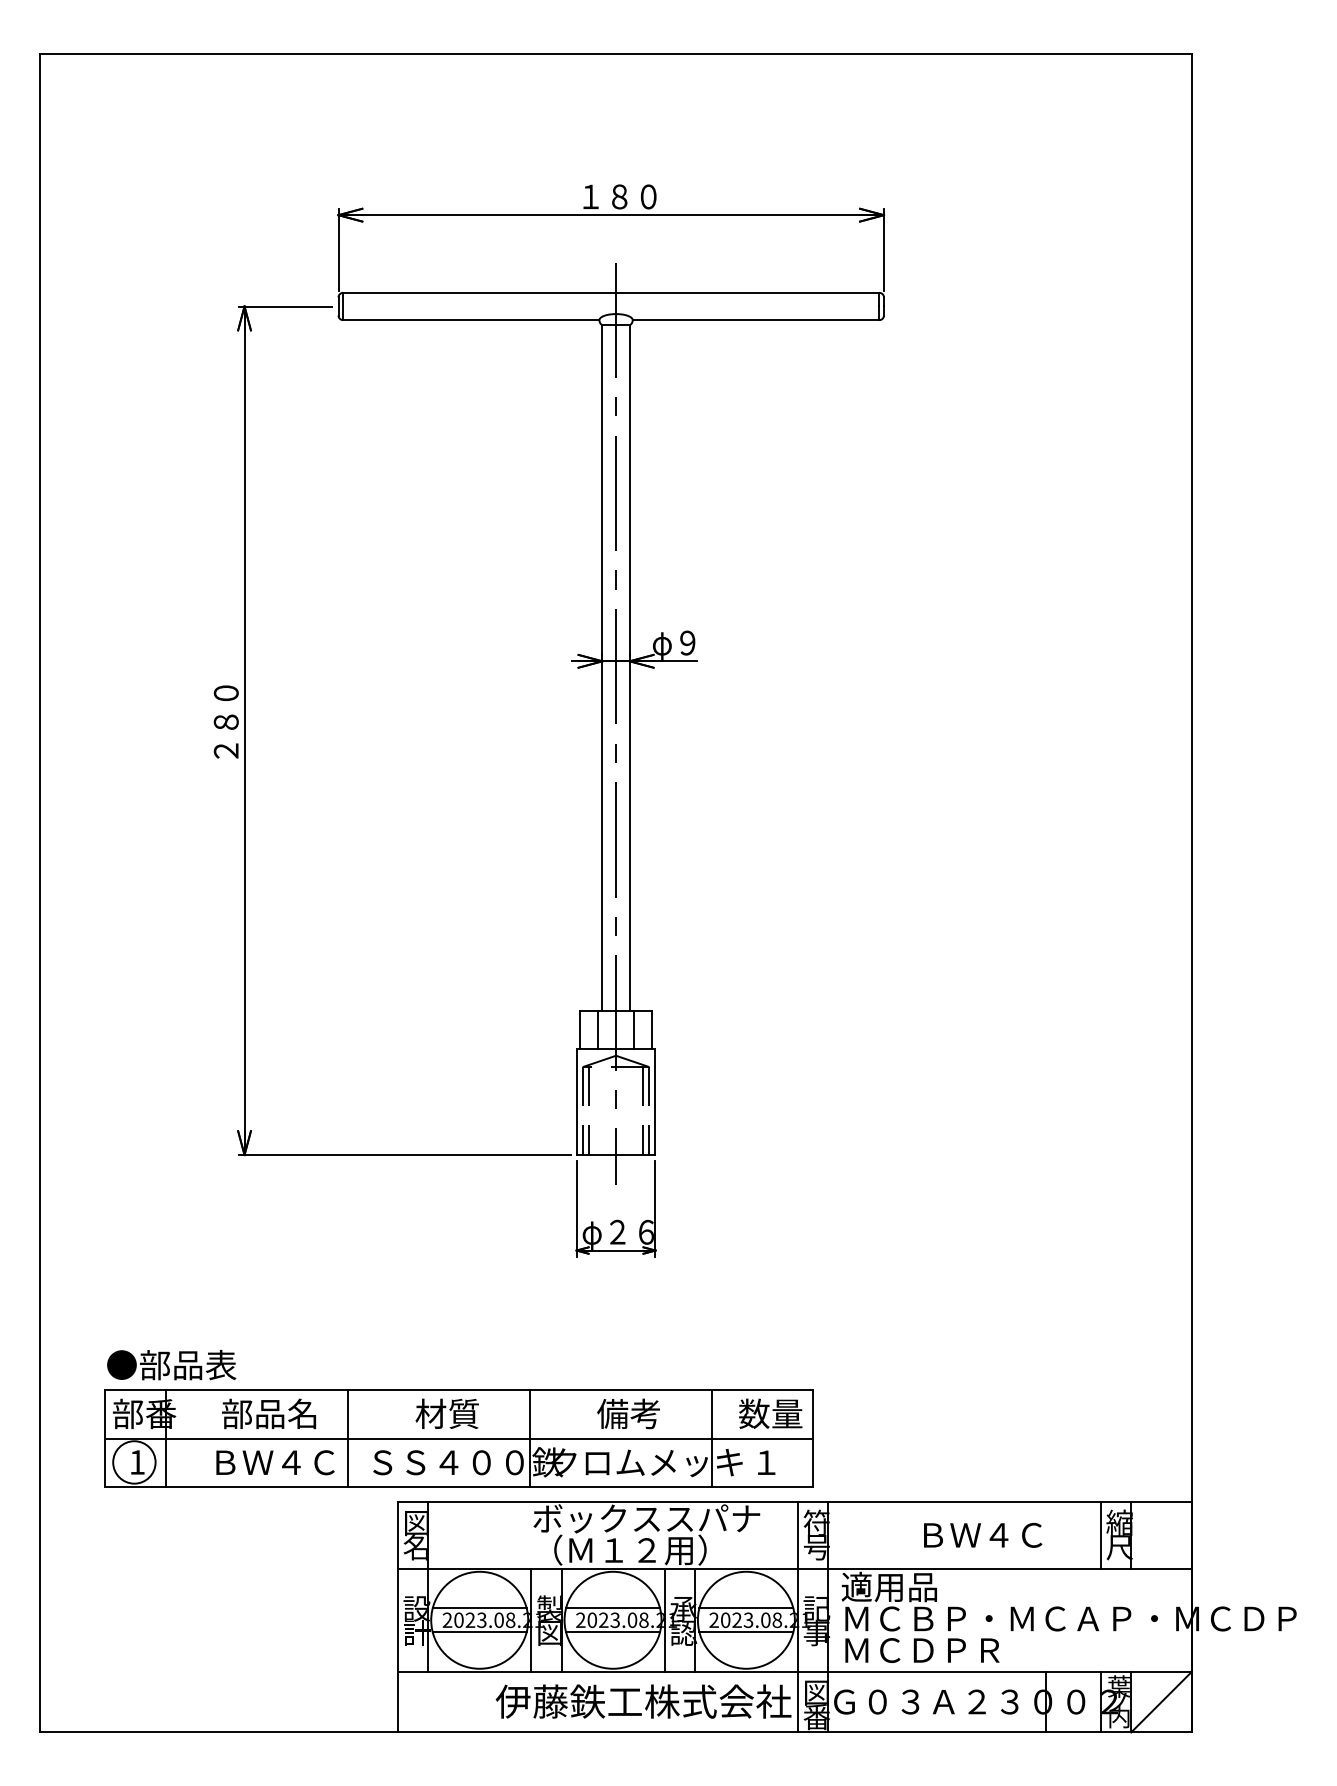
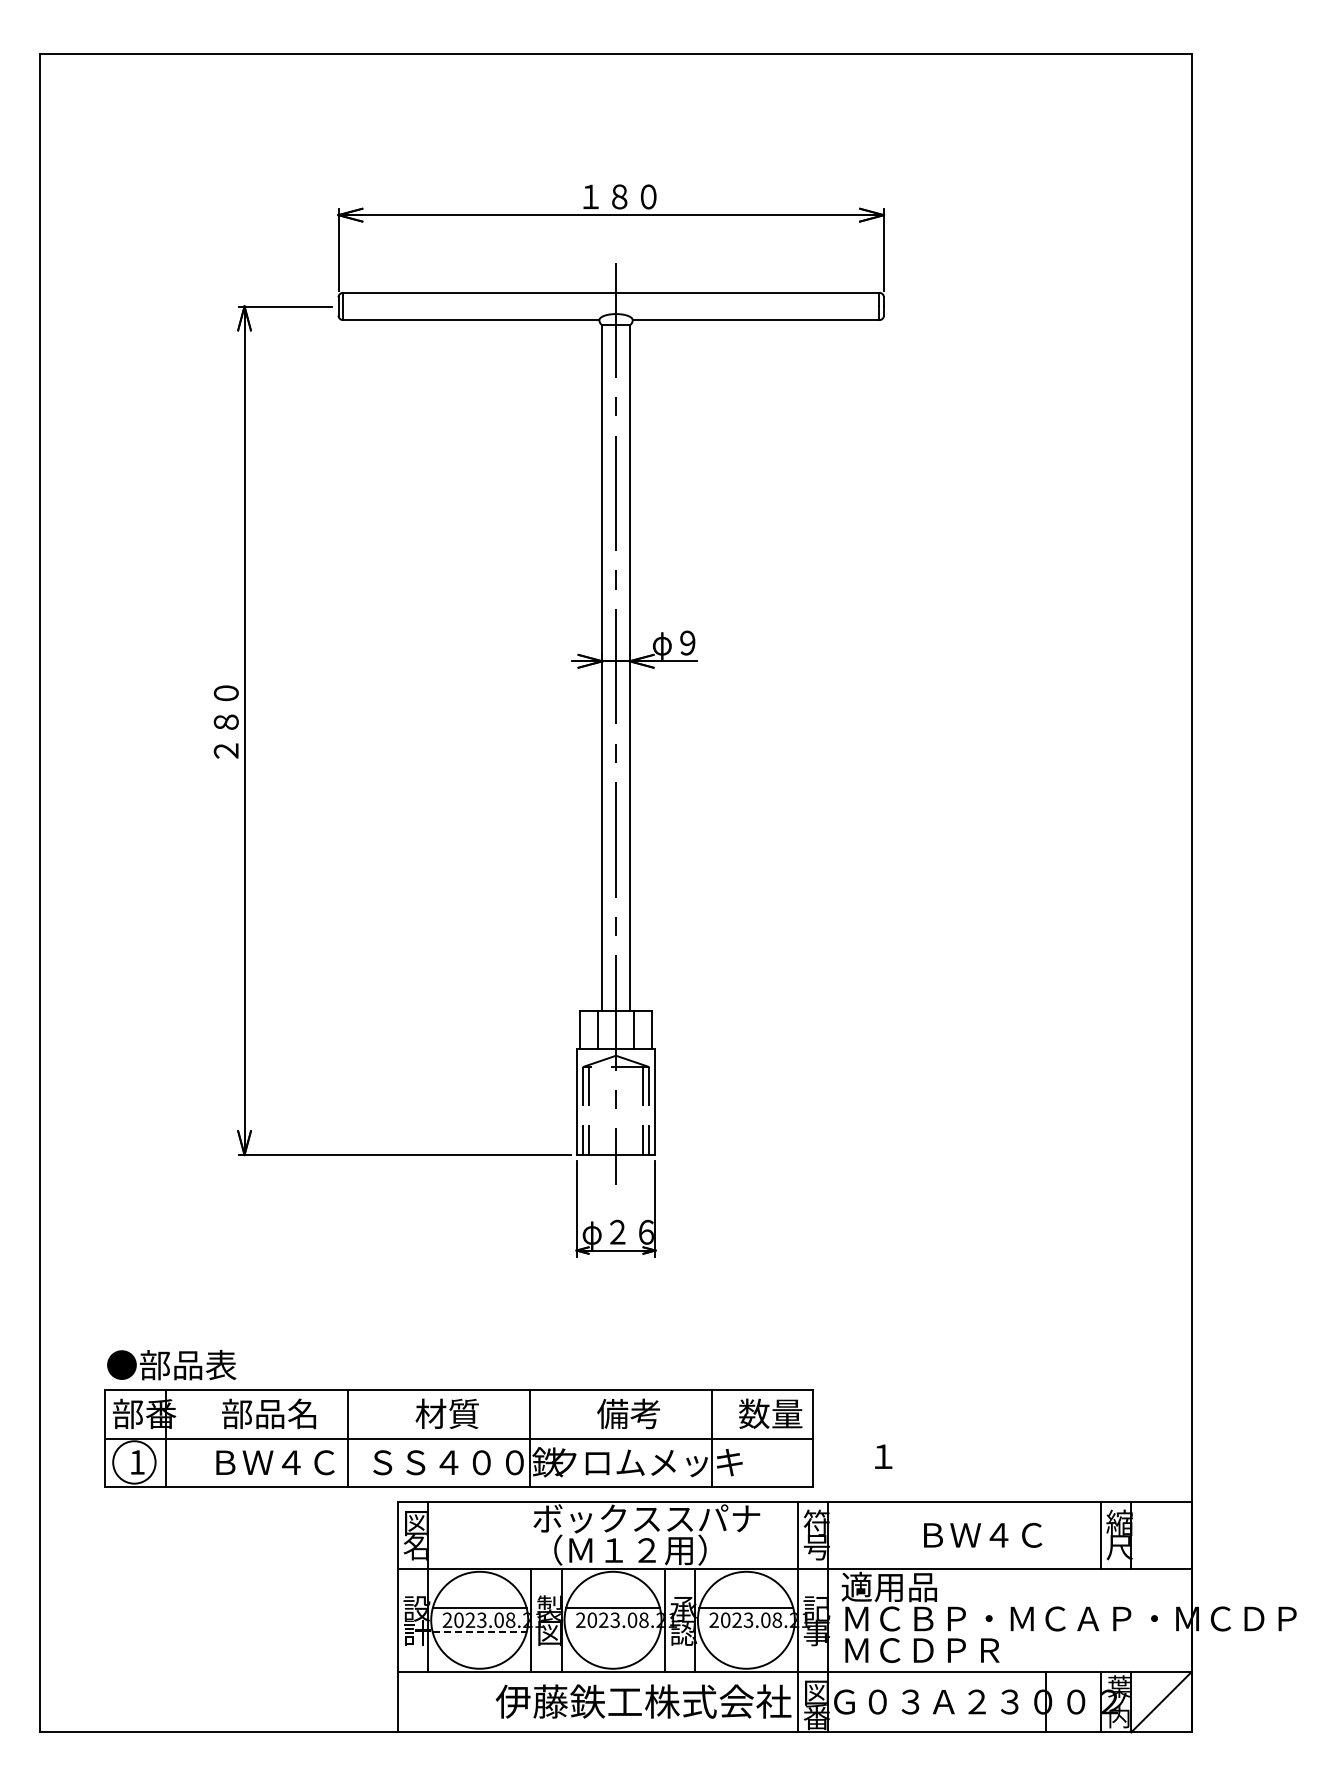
text at (766, 1462) position: (766, 1462) -> (883, 1456)
line at (479, 1632): solid -> dashed
line at (613, 1632): present -> none
line at (746, 1632): present -> none
